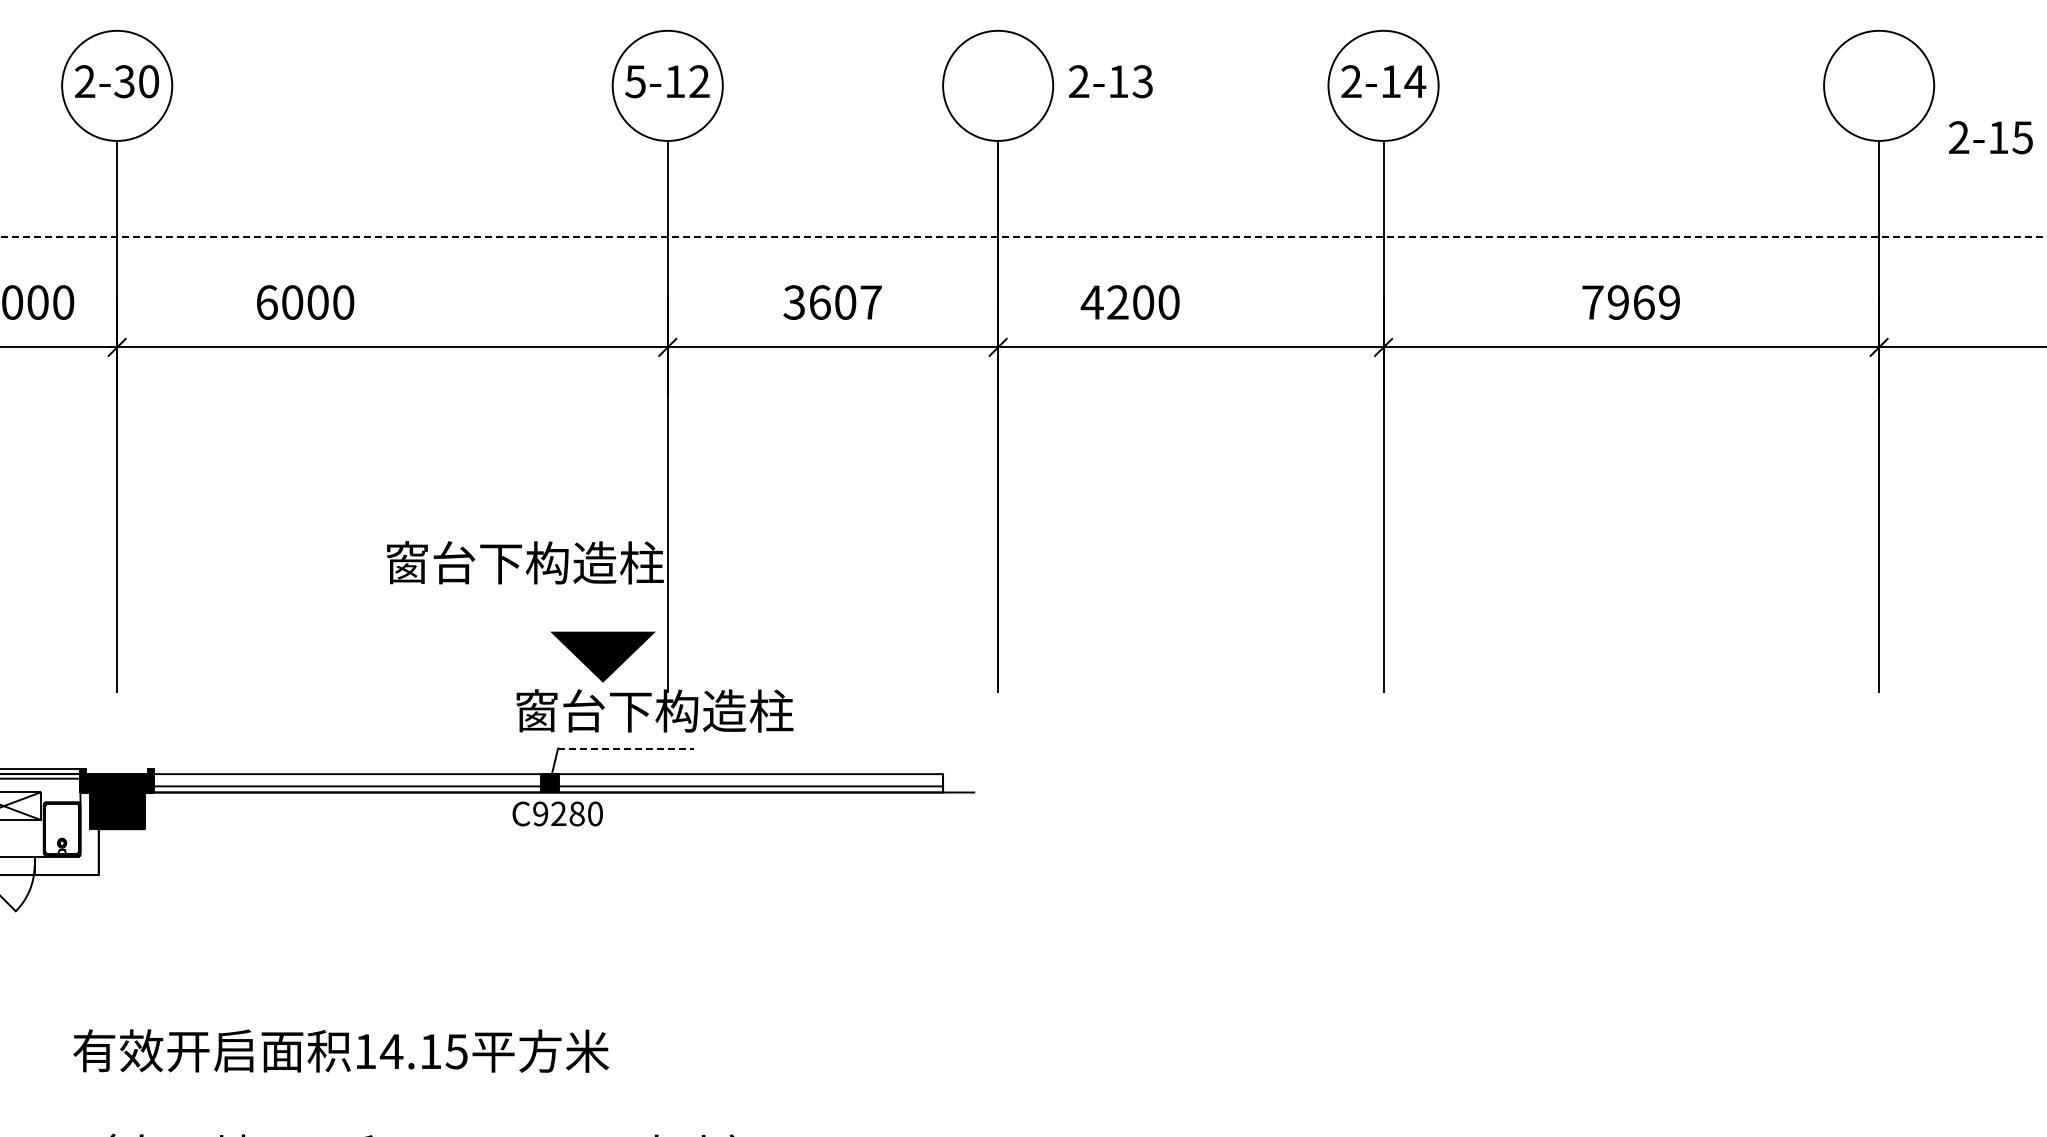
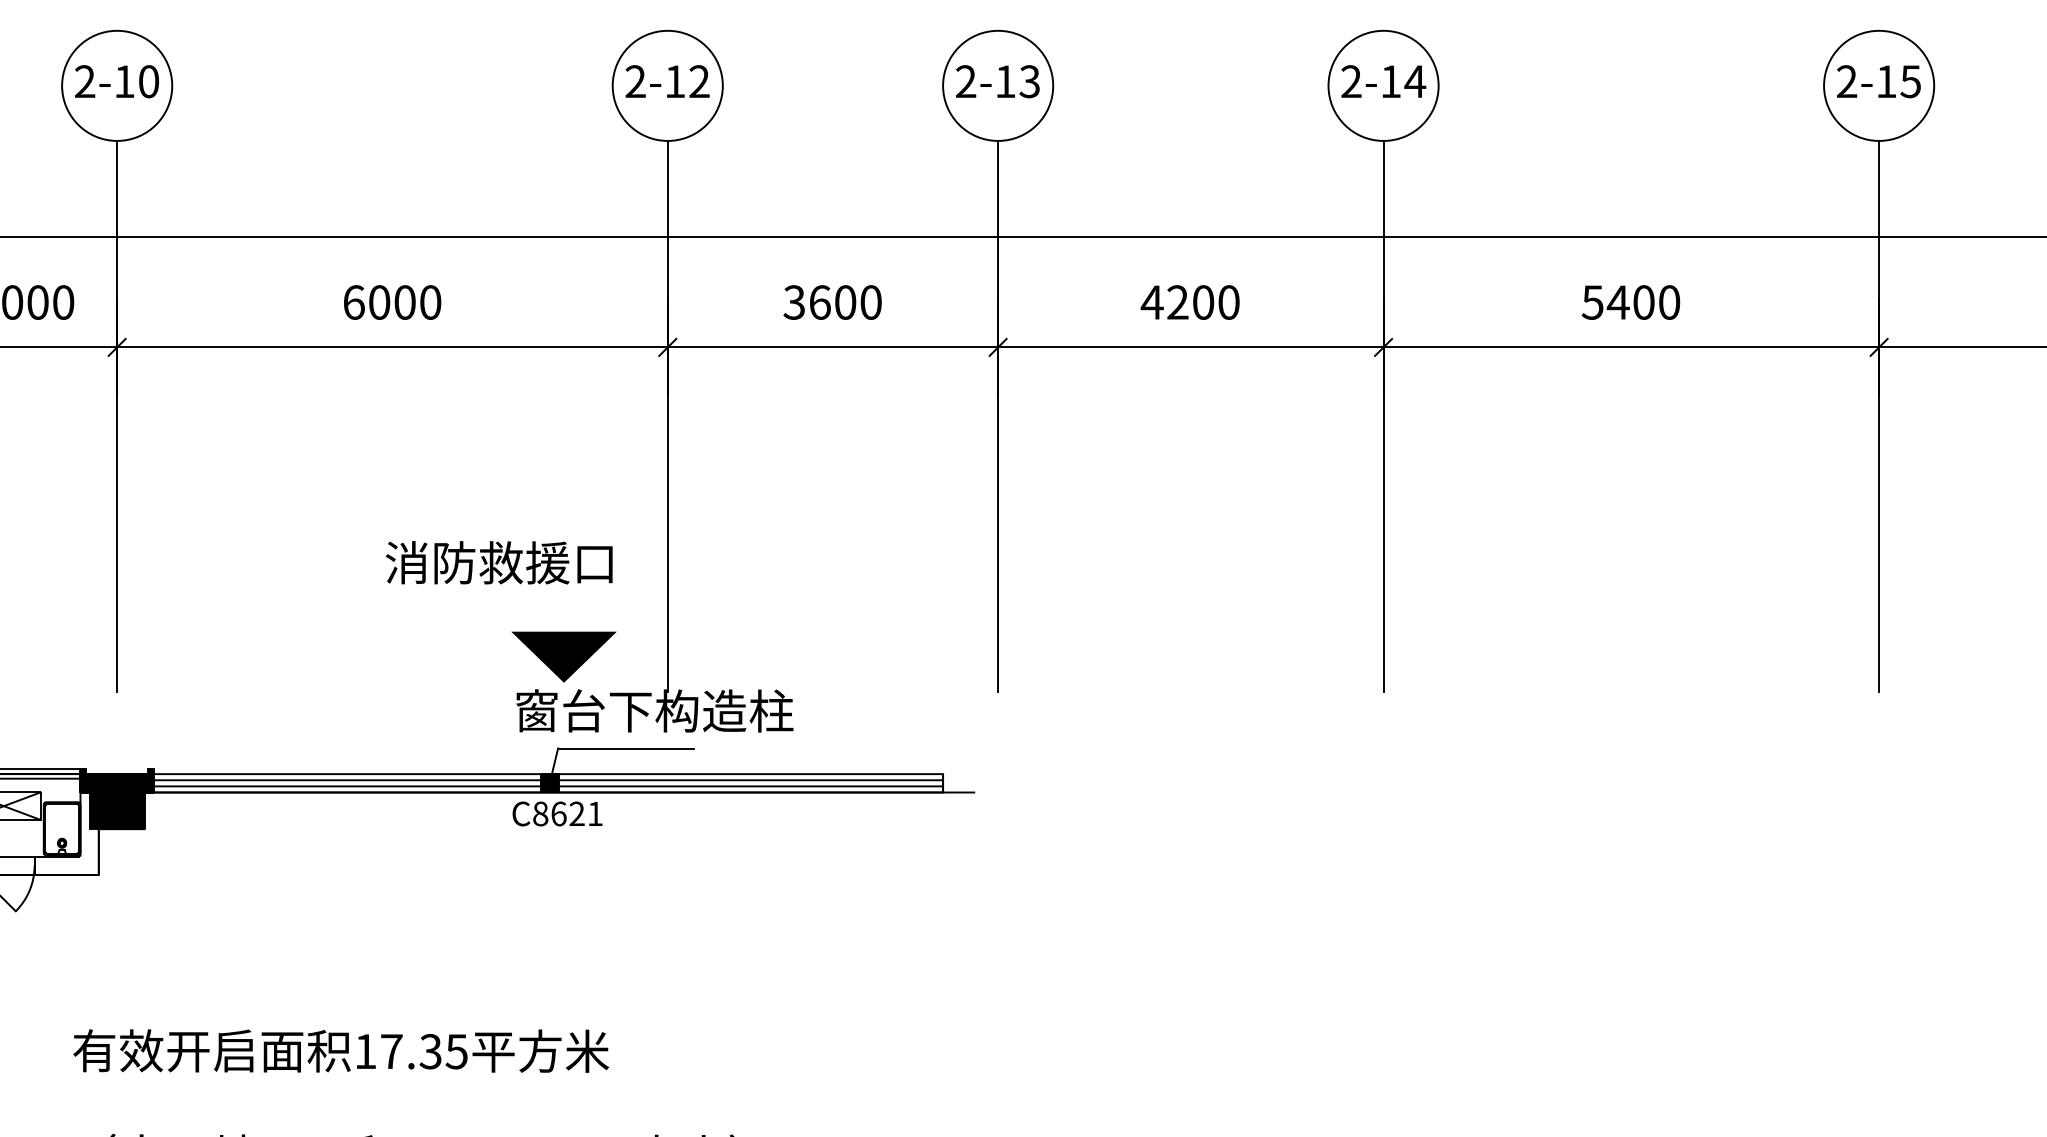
text at (124, 81): 2-30 -> 2-10
text at (635, 81): 5-12 -> 2-12
text at (1110, 81) position: (1110, 81) -> (997, 81)
text at (1990, 137) position: (1990, 137) -> (1878, 81)
line at (1023, 237): dashed -> solid
text at (305, 302) position: (305, 302) -> (392, 302)
text at (870, 302): 3607 -> 3600
text at (1129, 302) position: (1129, 302) -> (1189, 302)
text at (1630, 302): 7969 -> 5400
text at (524, 562): 窗台下构造柱 -> 消防救援口
line at (602, 656) position: (602, 656) -> (563, 656)
line at (625, 748): dashed -> solid
line at (548, 780): none -> present
text at (567, 813): C9280 -> C8621
text at (410, 1051): 14.15 -> 17.35
